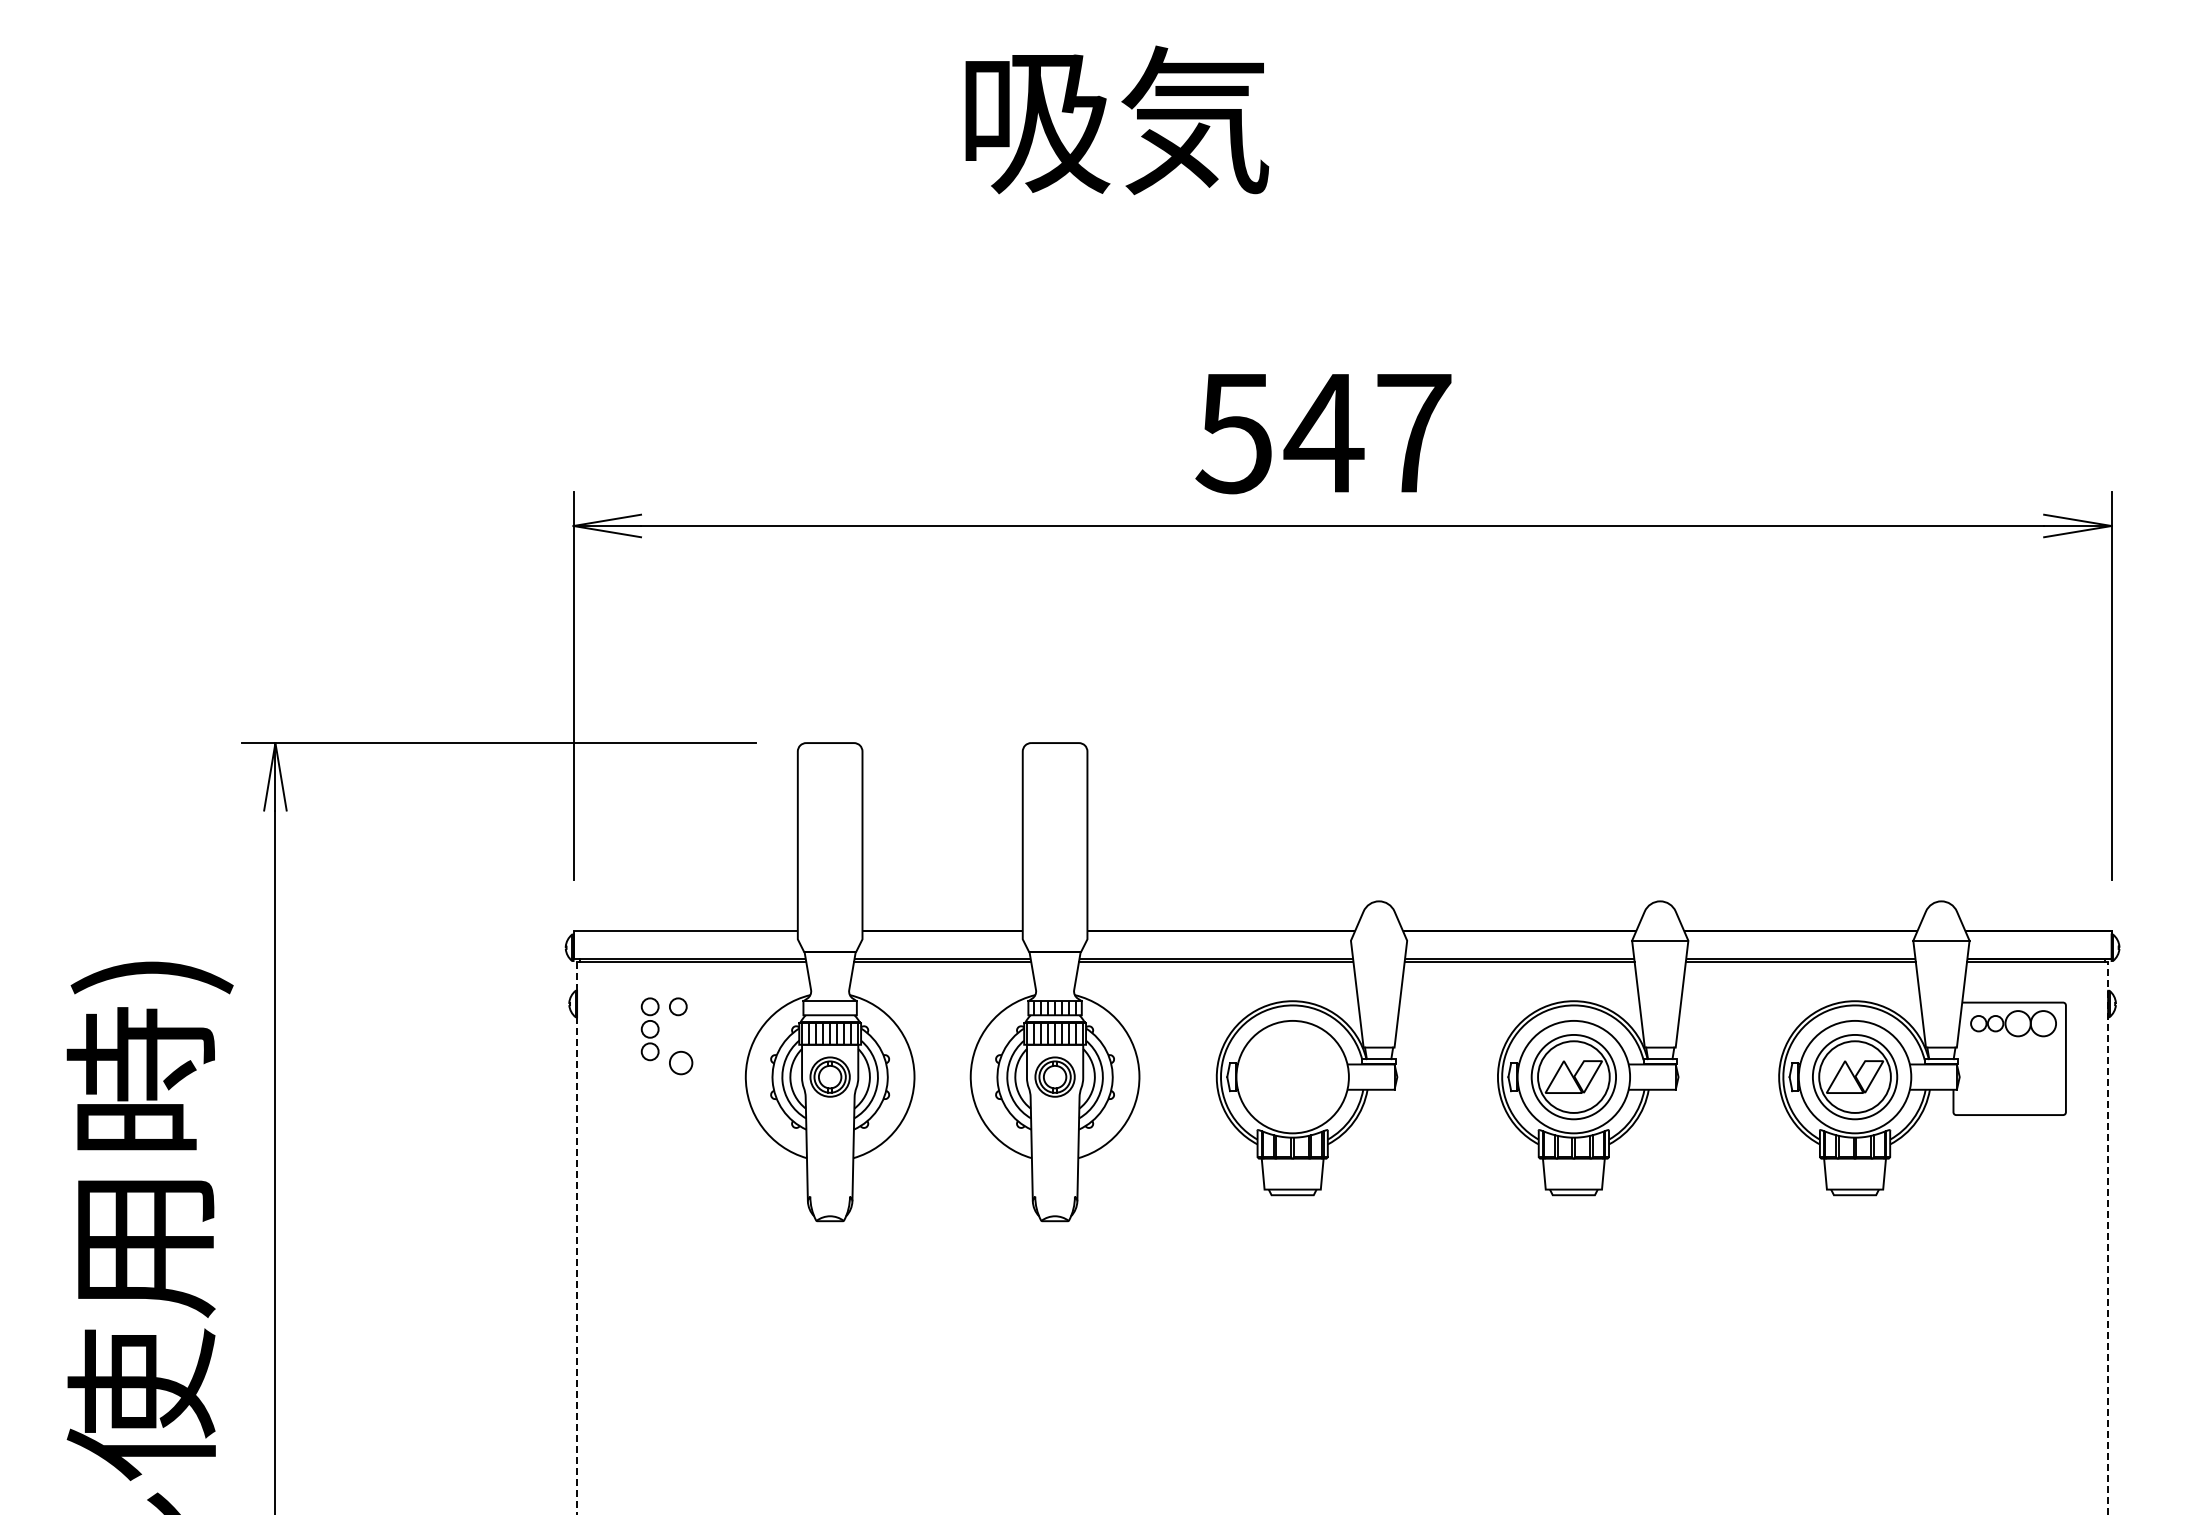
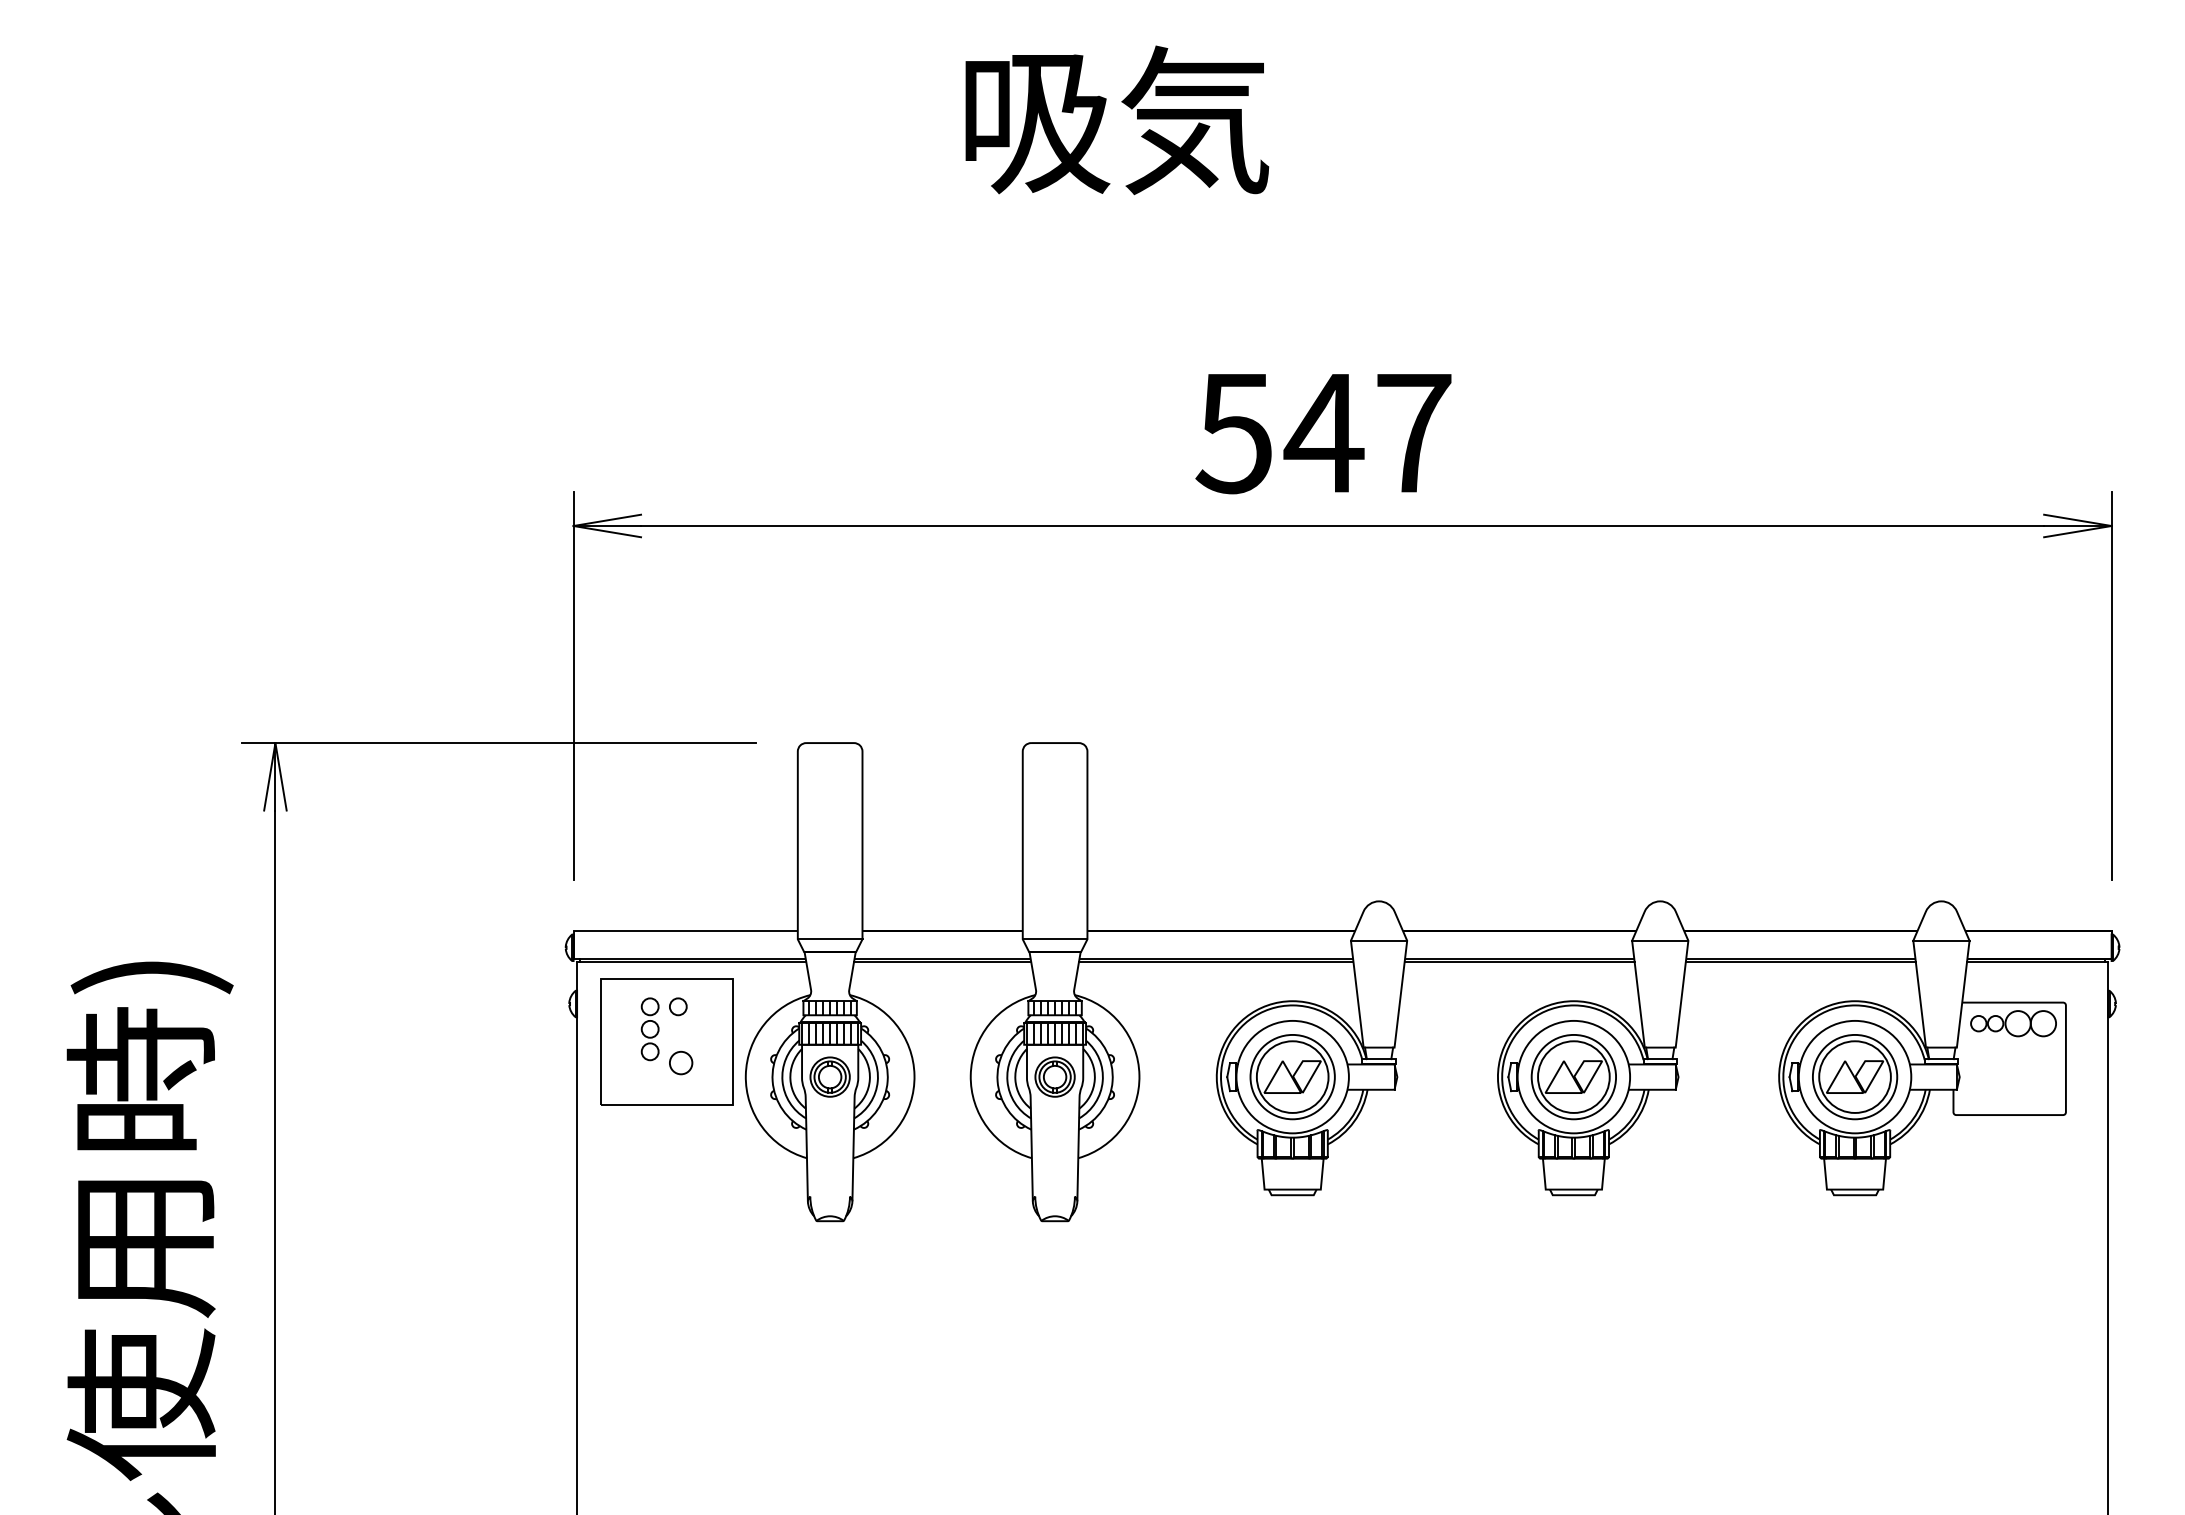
line at (829, 939): none -> present
line at (1054, 939): none -> present
line at (1378, 940): none -> present
hatch at (829, 1008): none -> present
part at (666, 1041): none -> present
part at (1292, 1077): none -> present
line at (2108, 1237): dashed -> solid
line at (577, 1238): dashed -> solid
